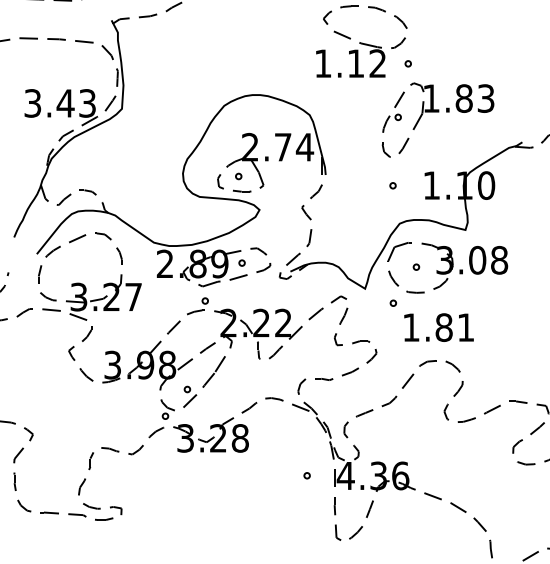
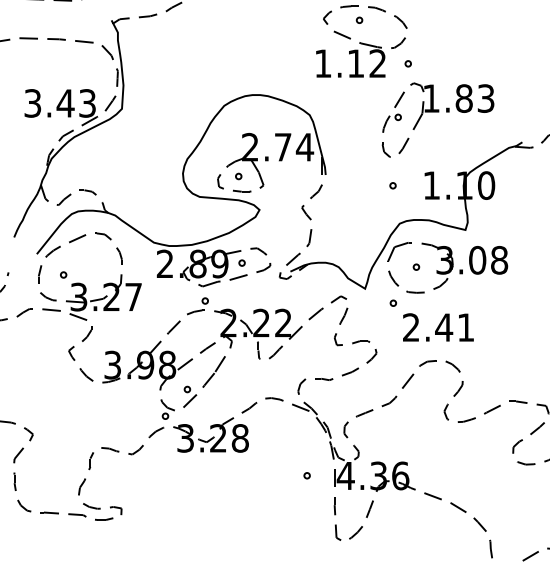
part at (359, 19): none -> present
part at (63, 274): none -> present
text at (428, 327): 1.81 -> 2.41
